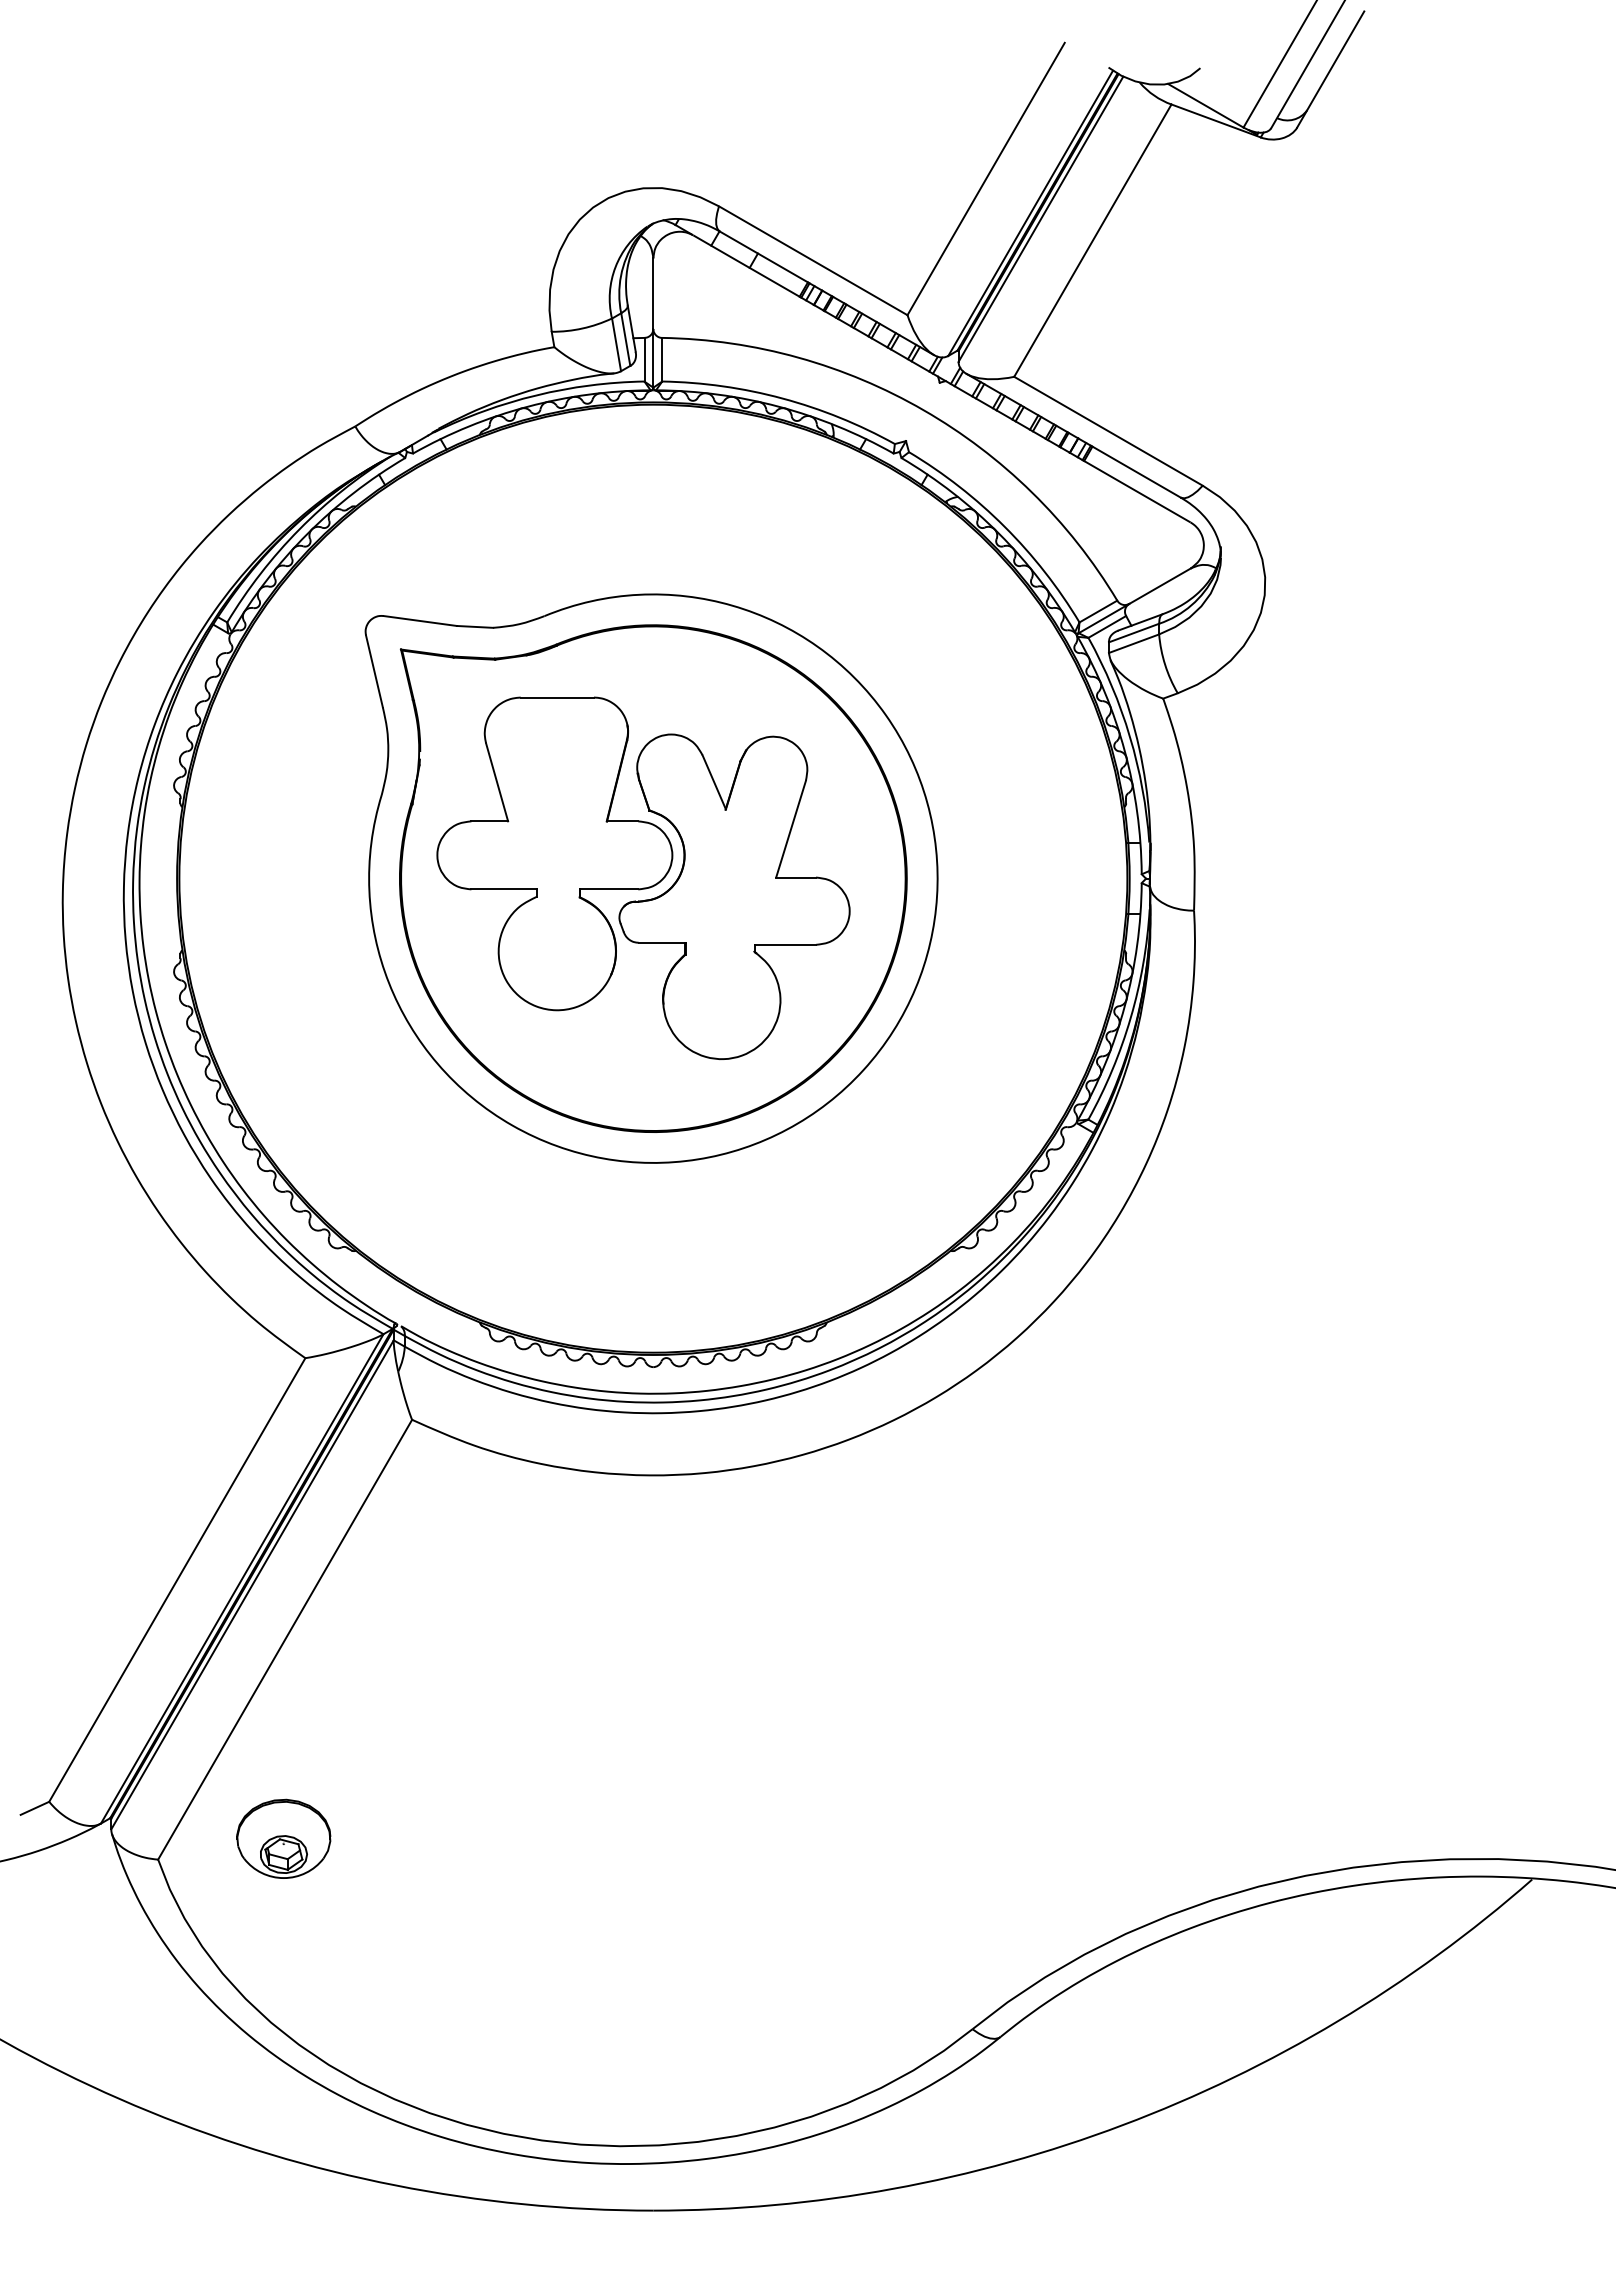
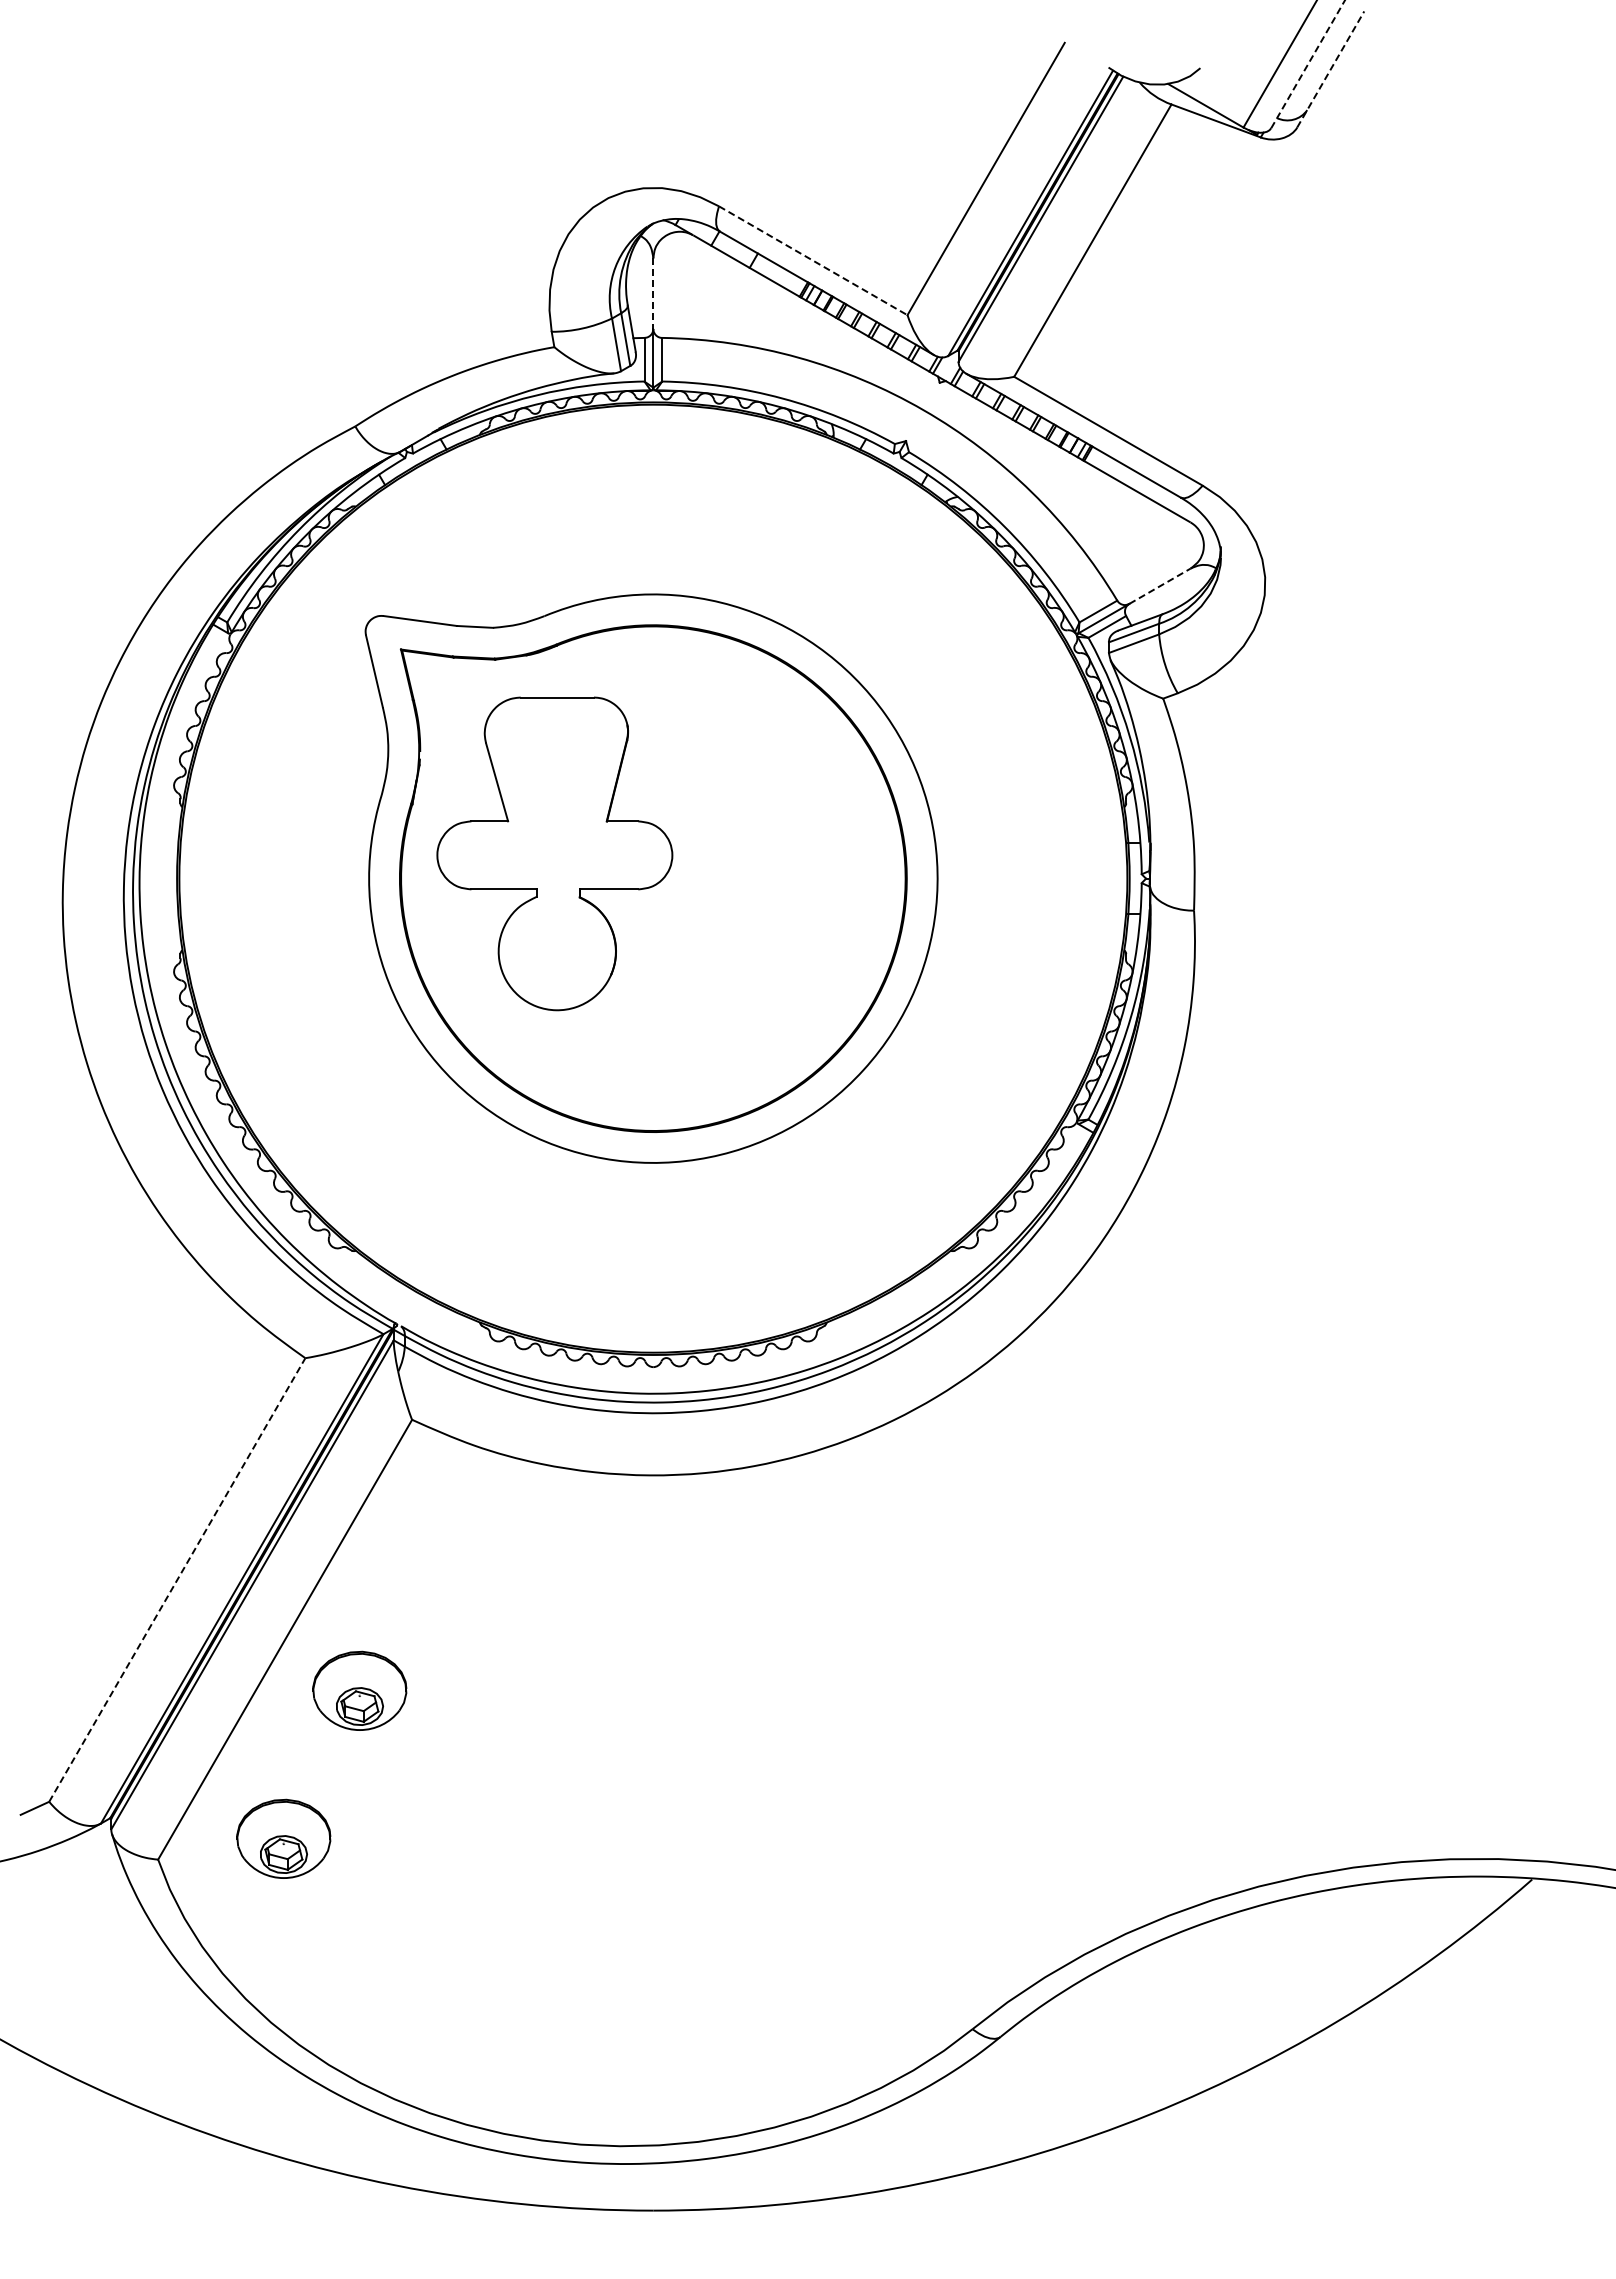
line at (1308, 64): solid -> dashed
line at (1331, 69): solid -> dashed
line at (813, 260): solid -> dashed
line at (653, 294): solid -> dashed
line at (1160, 586): solid -> dashed
part at (734, 896): present -> none
line at (177, 1579): solid -> dashed
part at (359, 1690): none -> present
